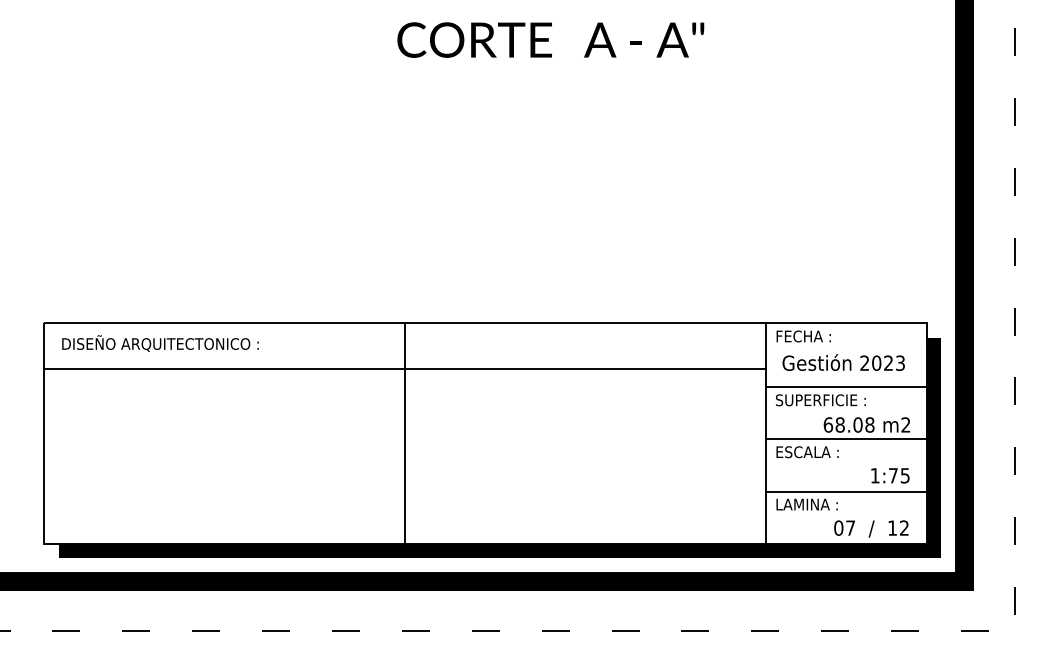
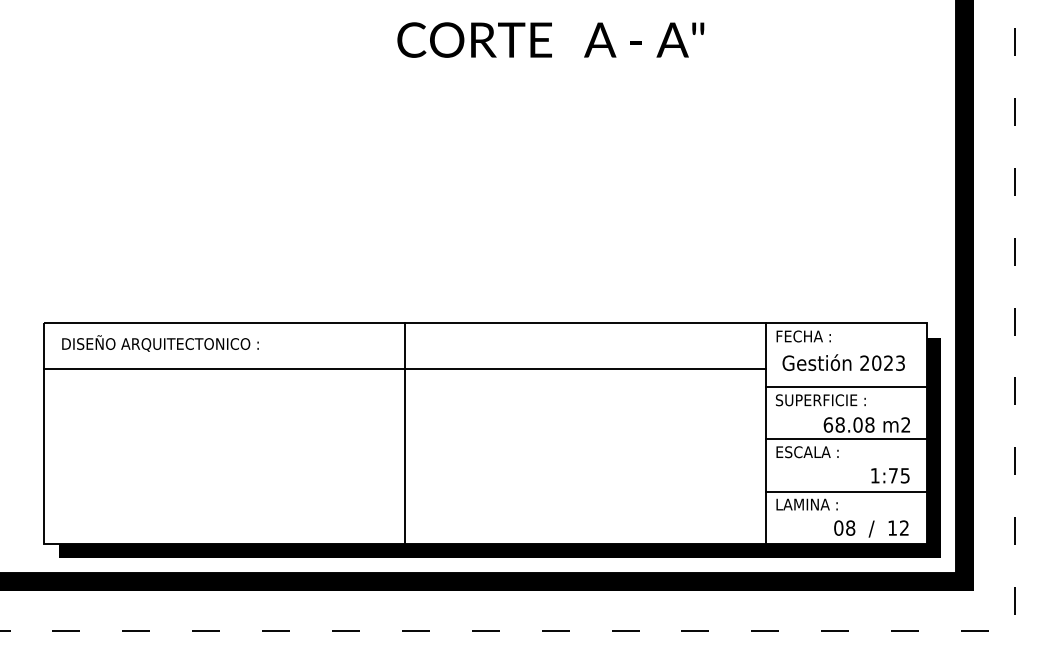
text at (850, 527): 07 -> 08
